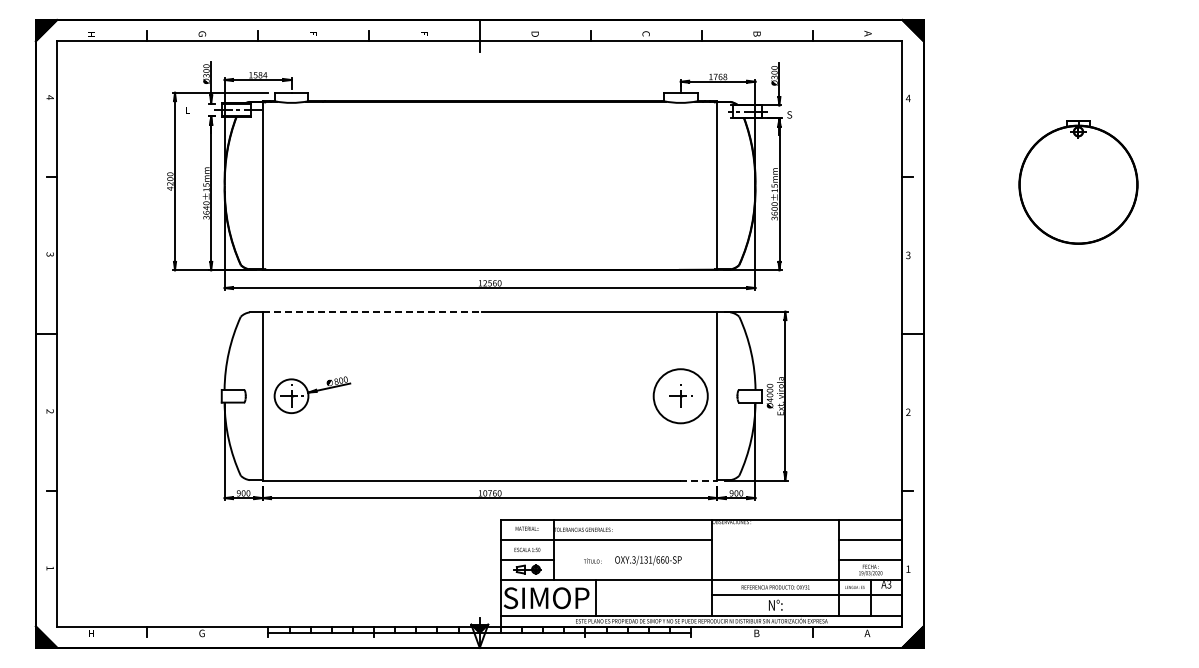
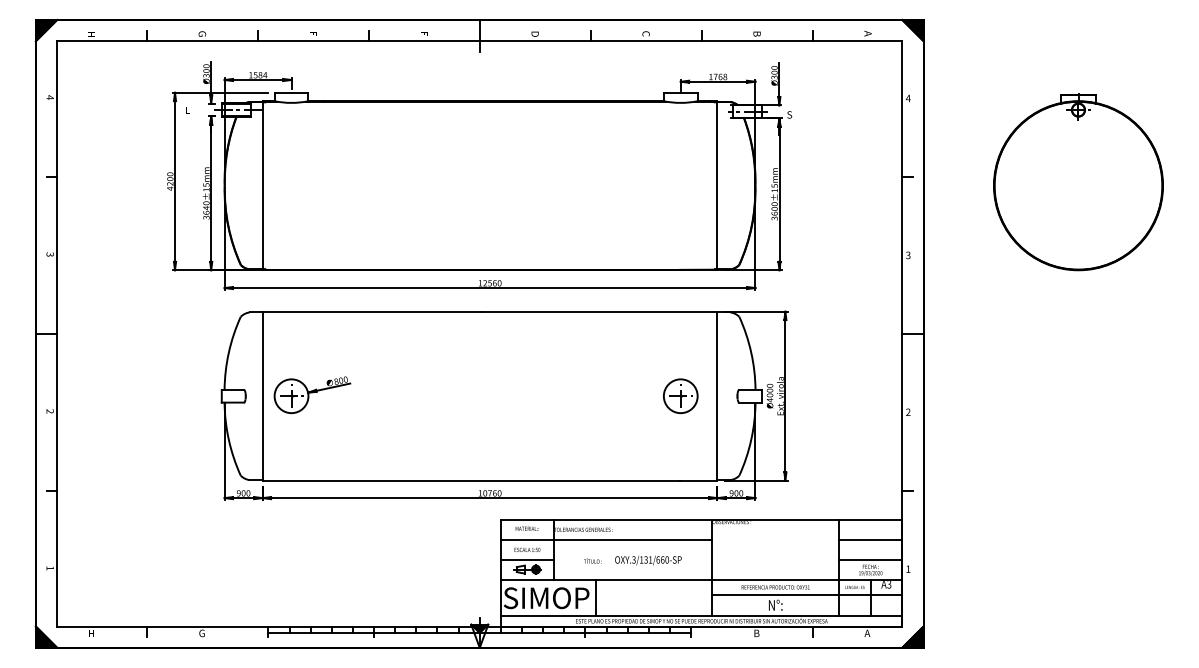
part at (1078, 182) size: 121x125 px -> 171x179 px
line at (372, 311): dashed -> solid
circle at (680, 396) diameter: 54 px -> 34 px
line at (698, 480): dashed -> solid
